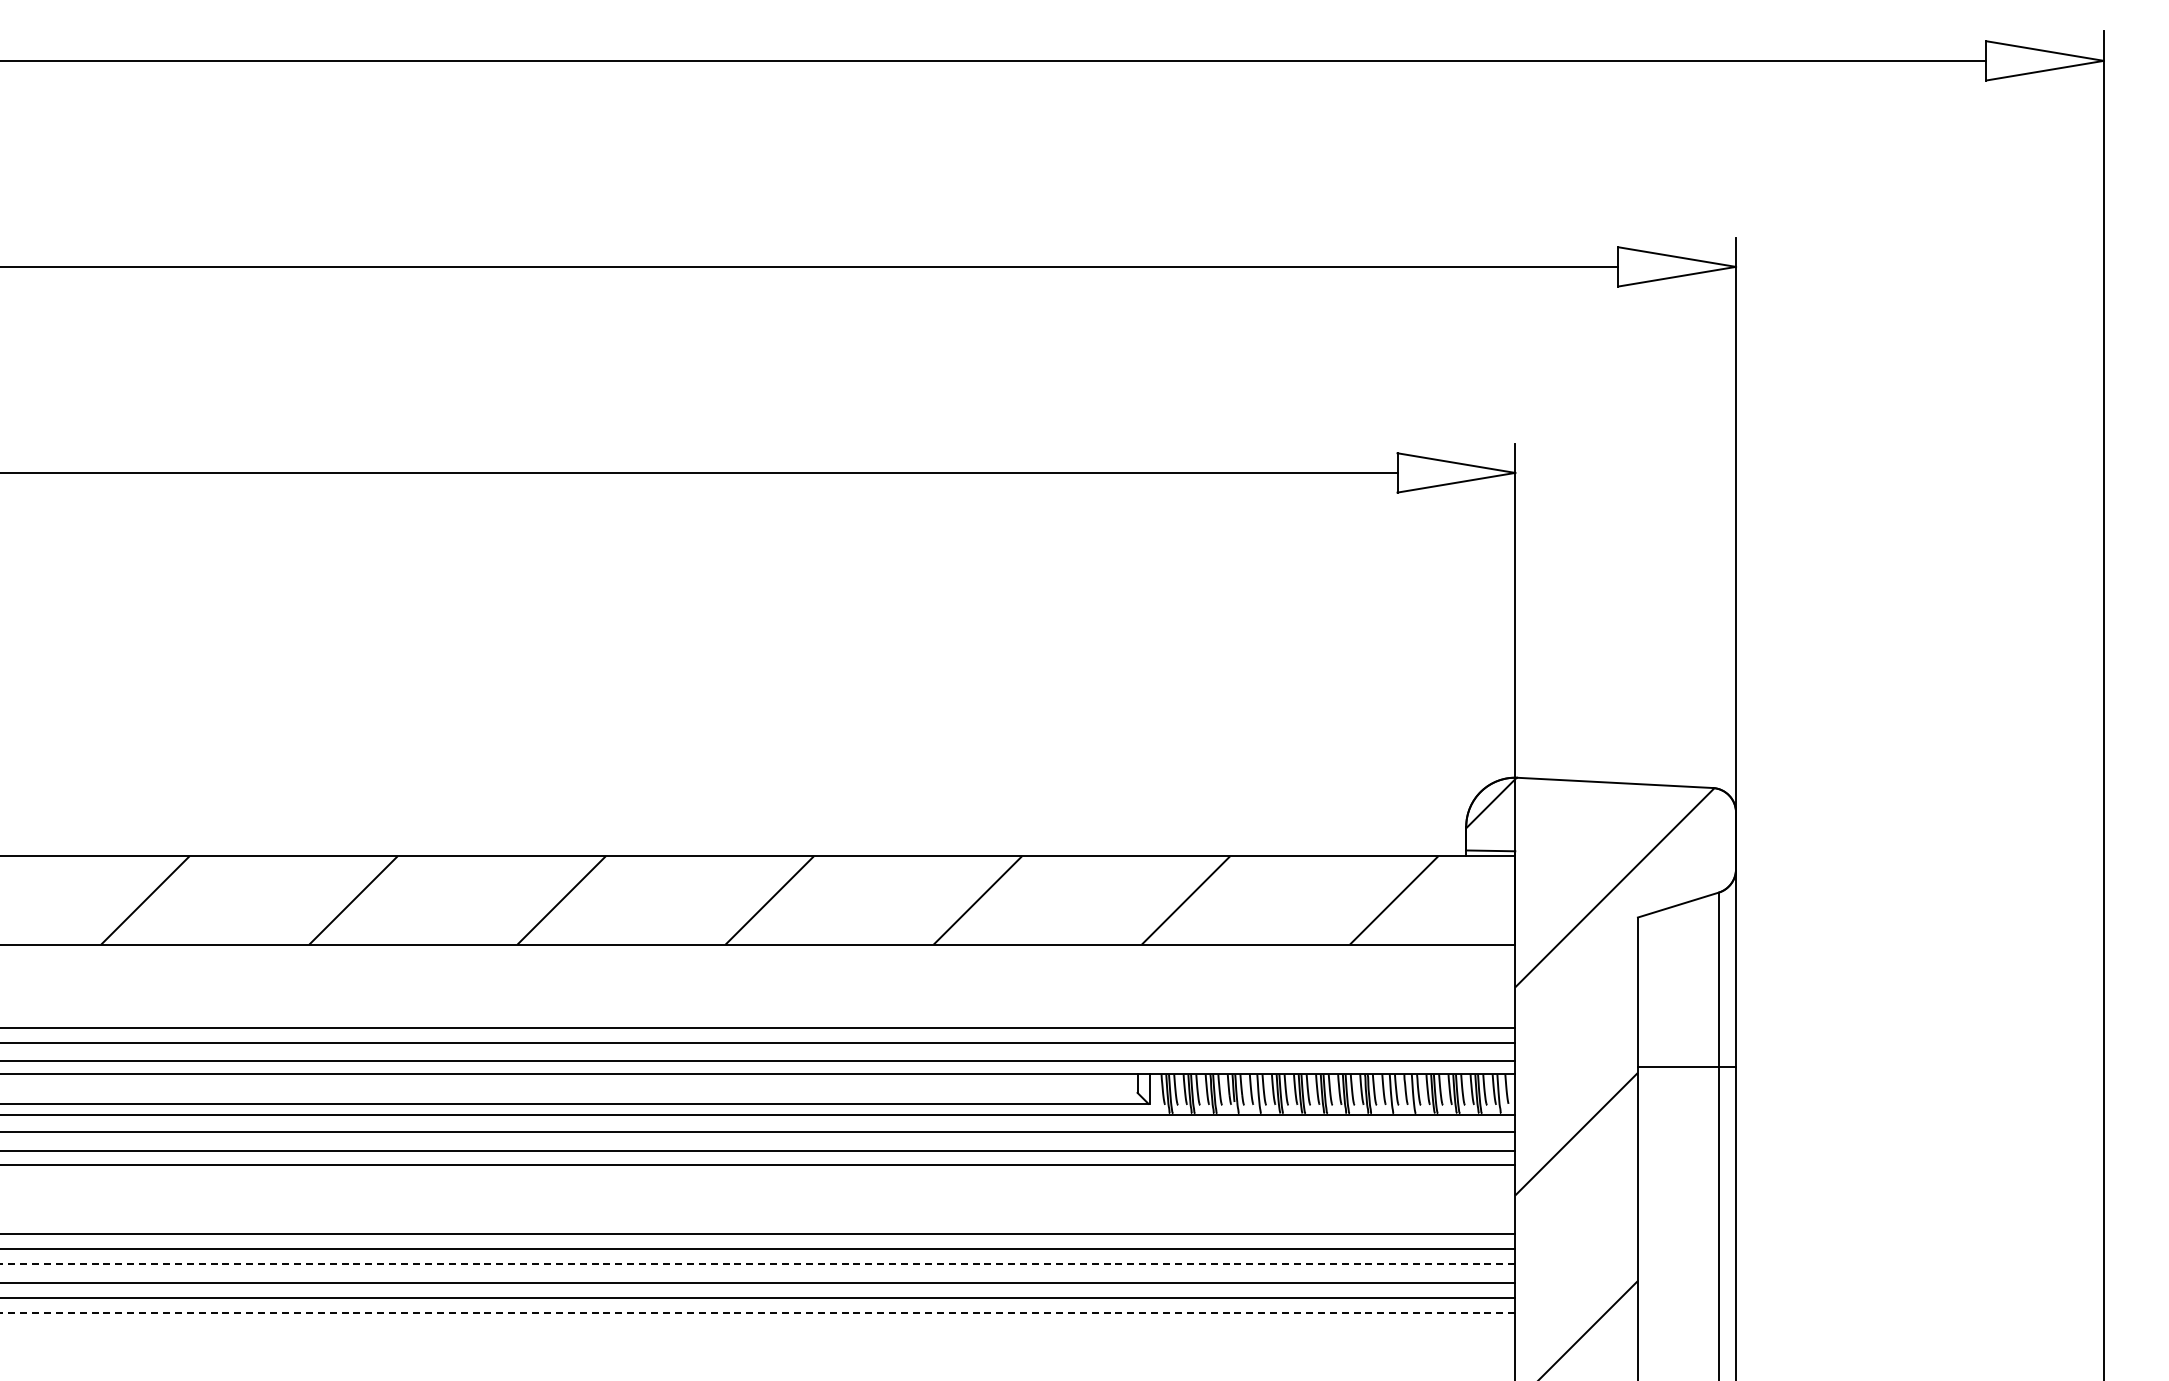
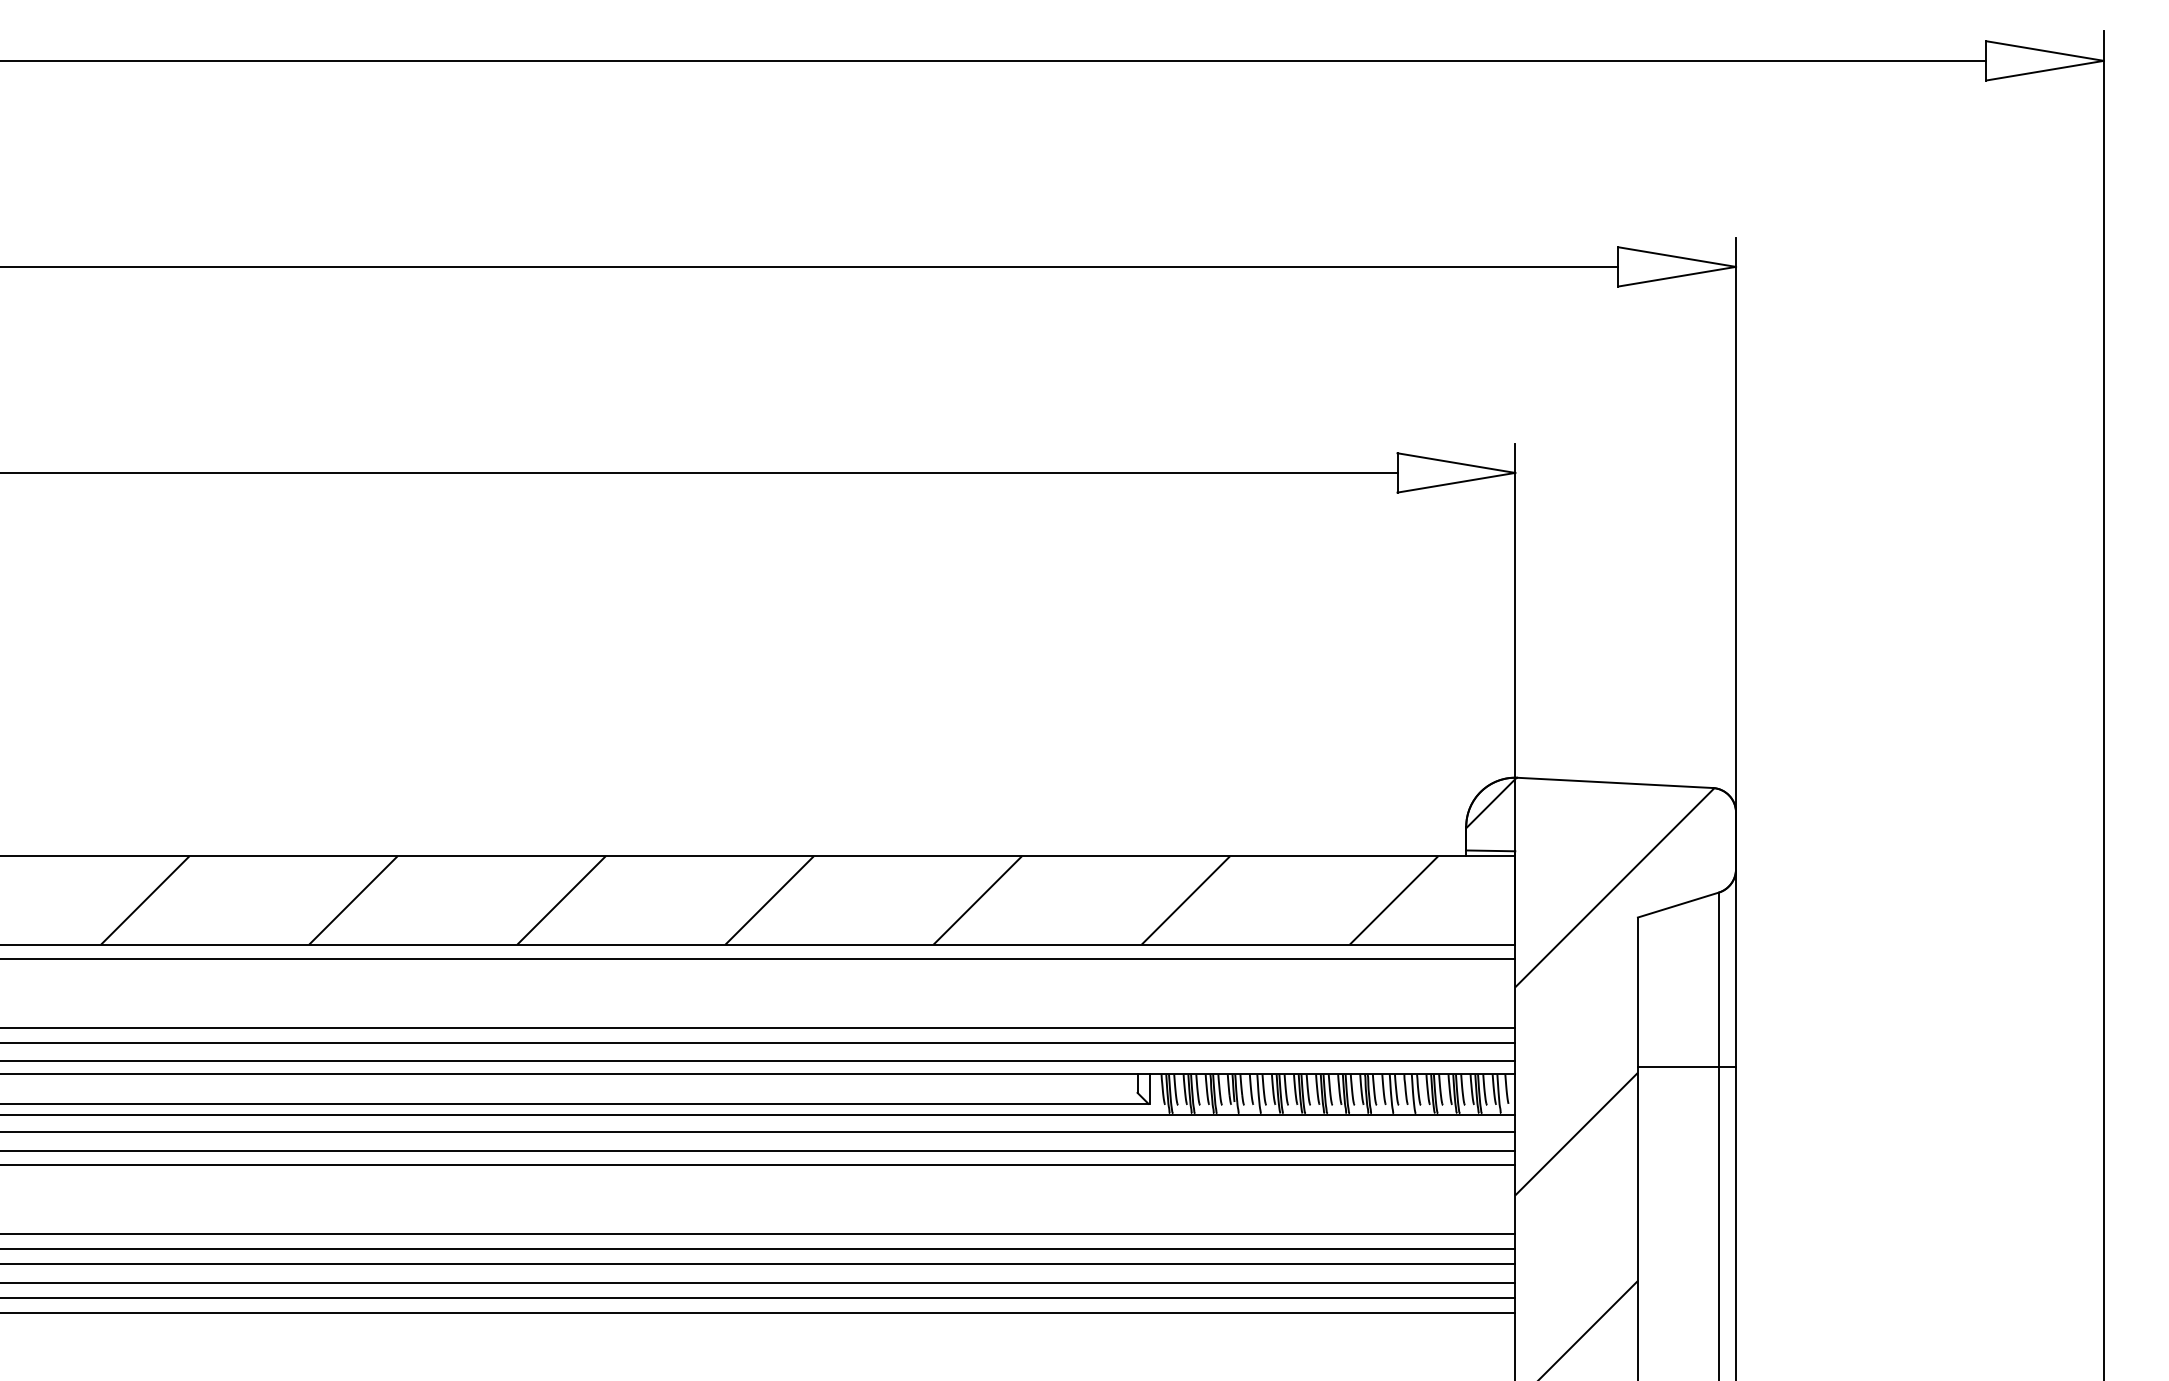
line at (758, 959): none -> present
line at (757, 1263): dashed -> solid
line at (757, 1312): dashed -> solid
